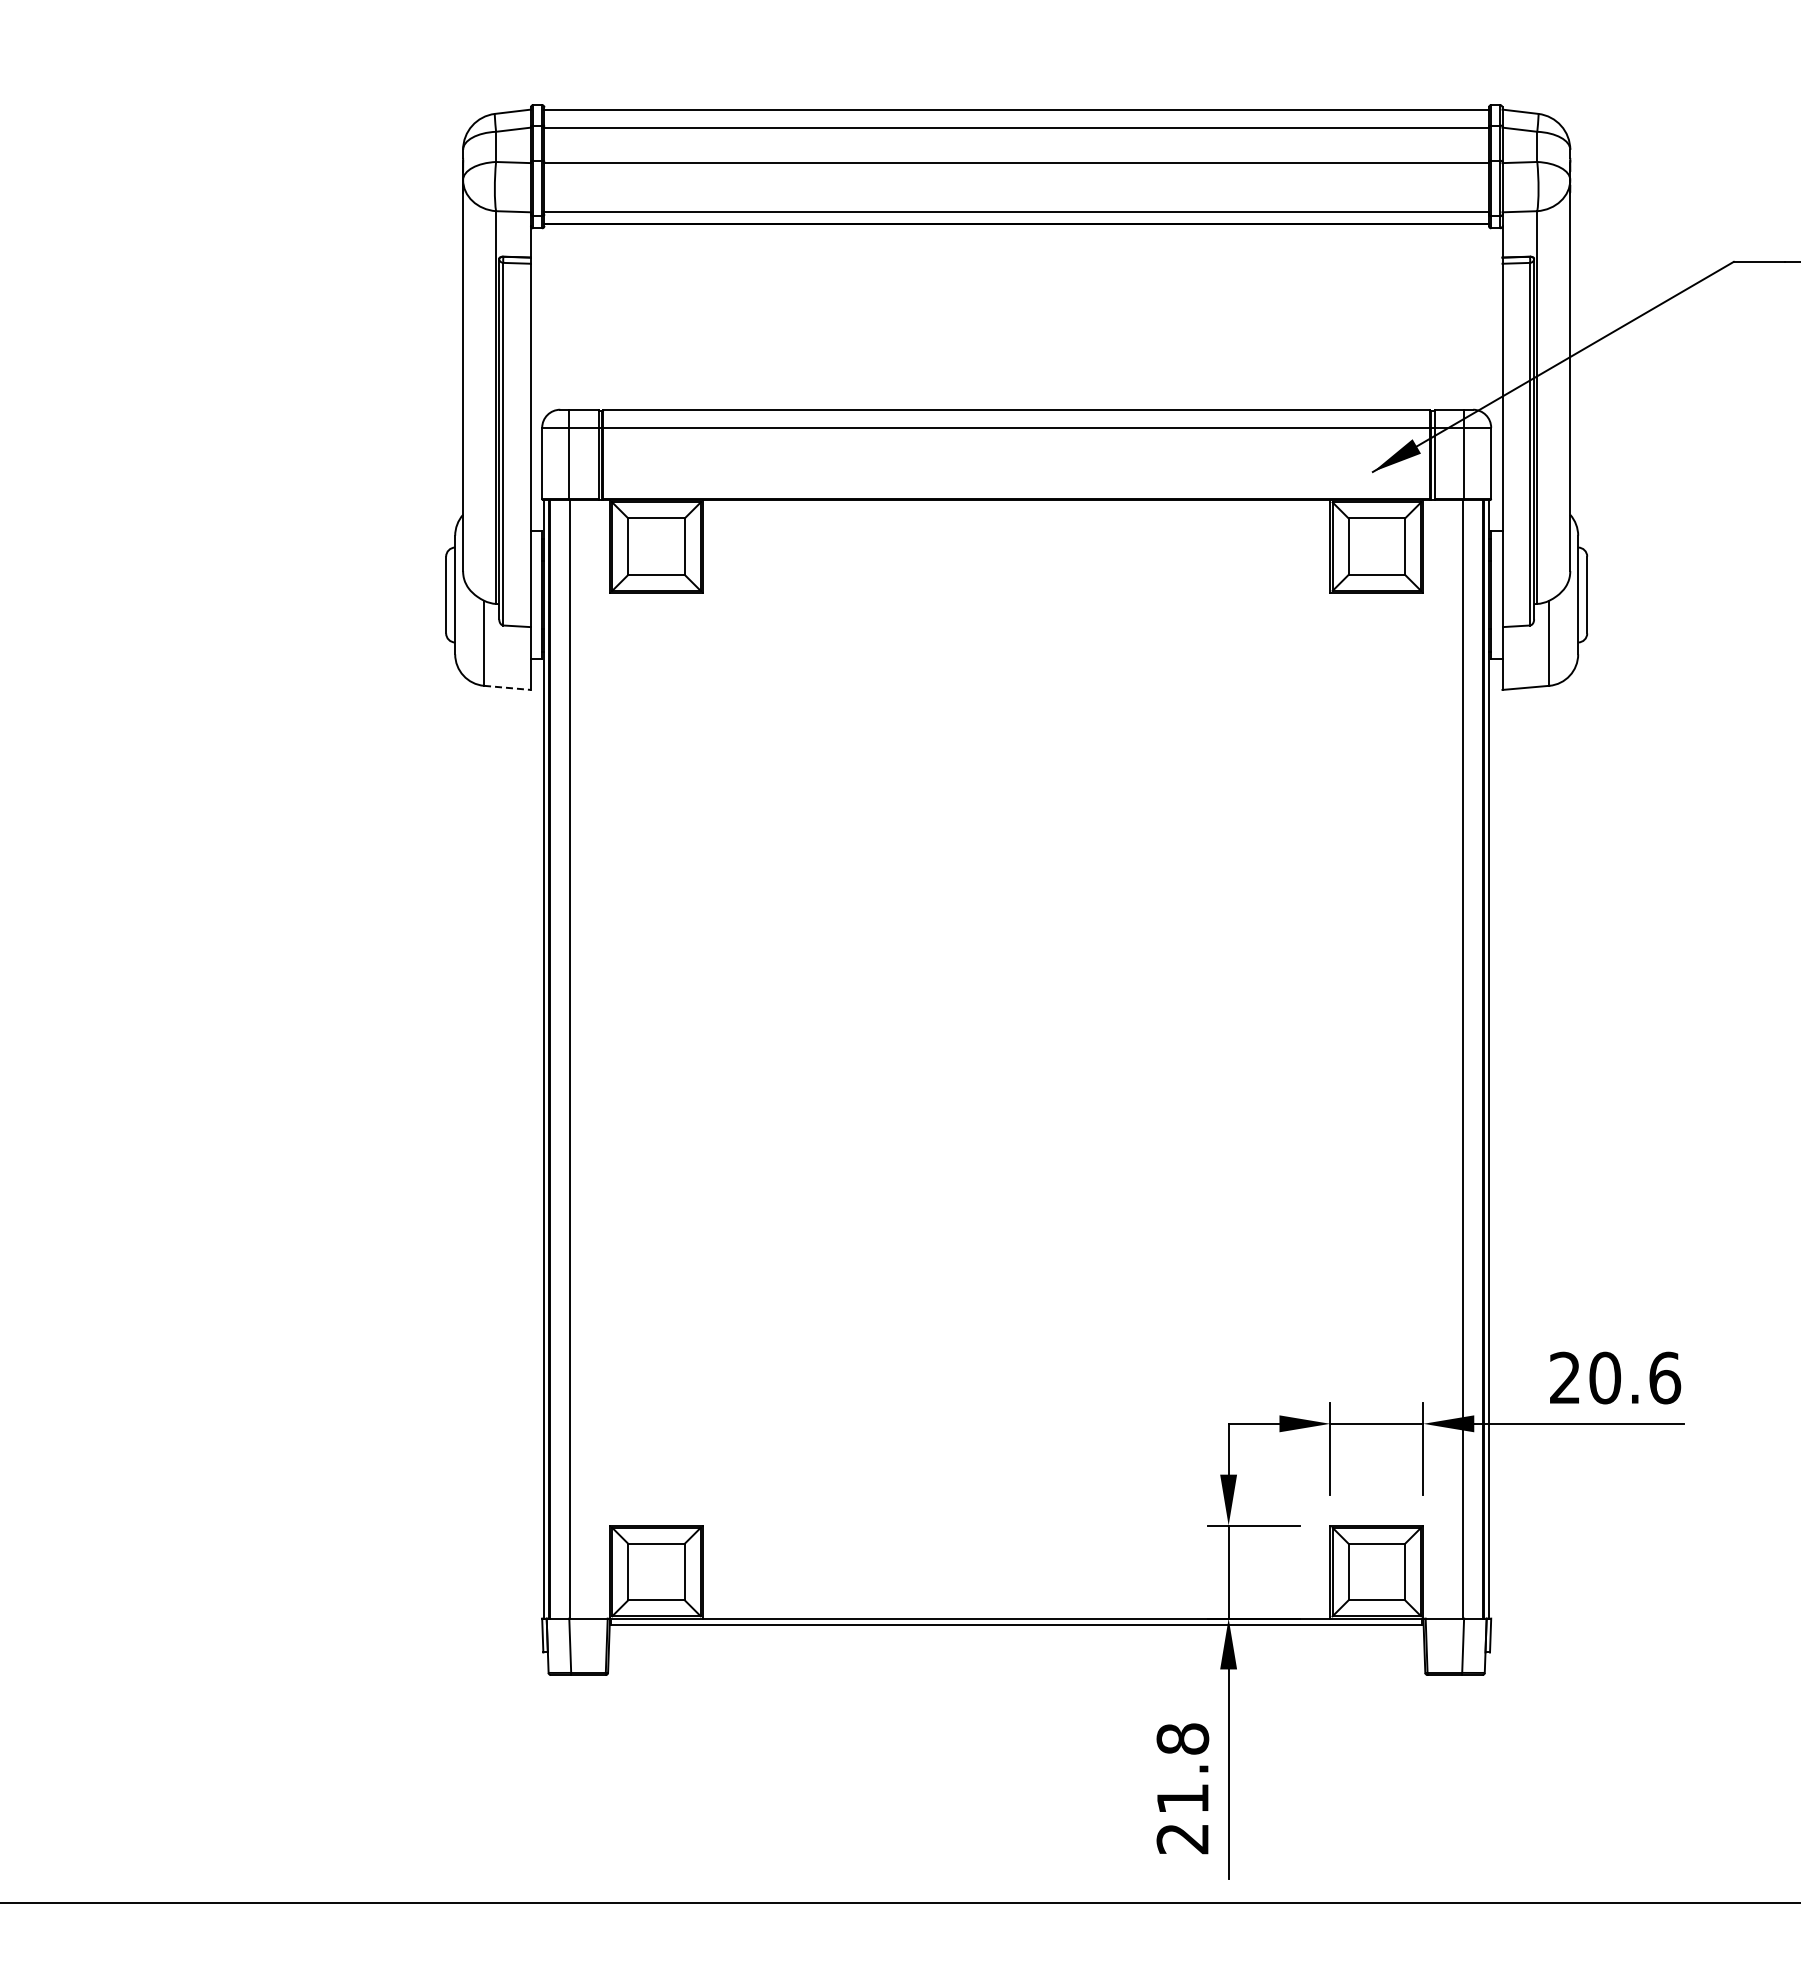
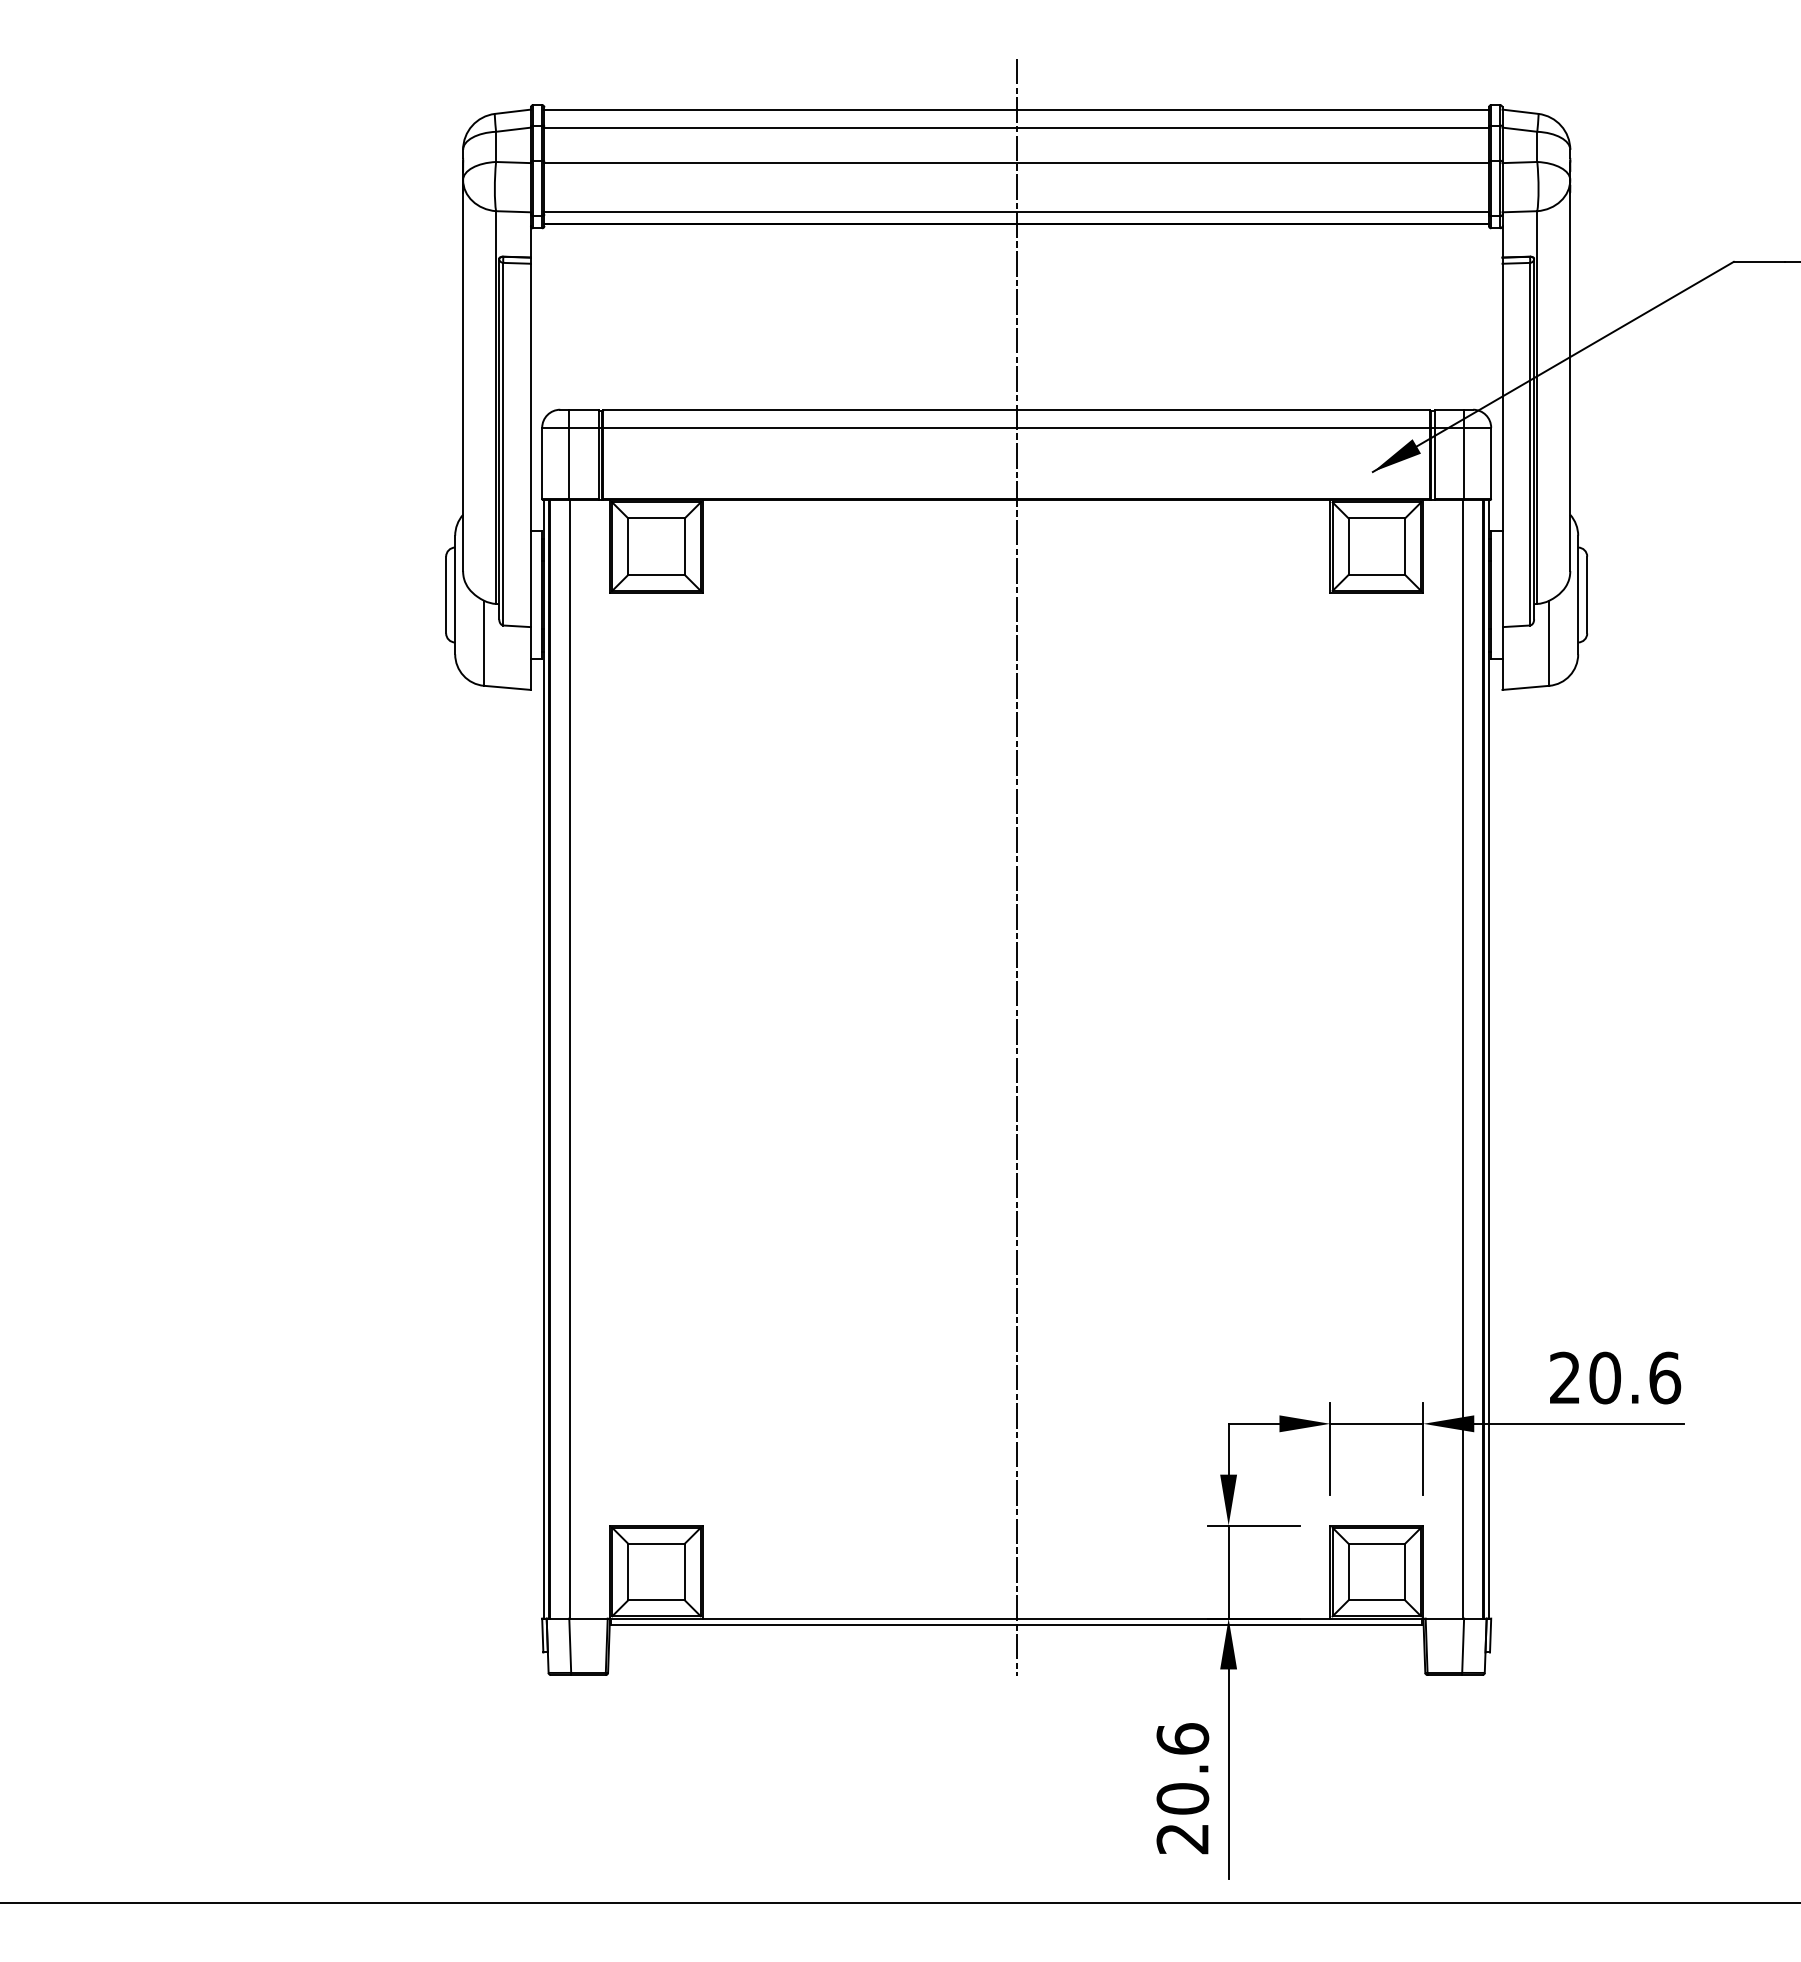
line at (507, 687): dashed -> solid
line at (1016, 867): none -> present
text at (1182, 1768): 21.8 -> 20.6
